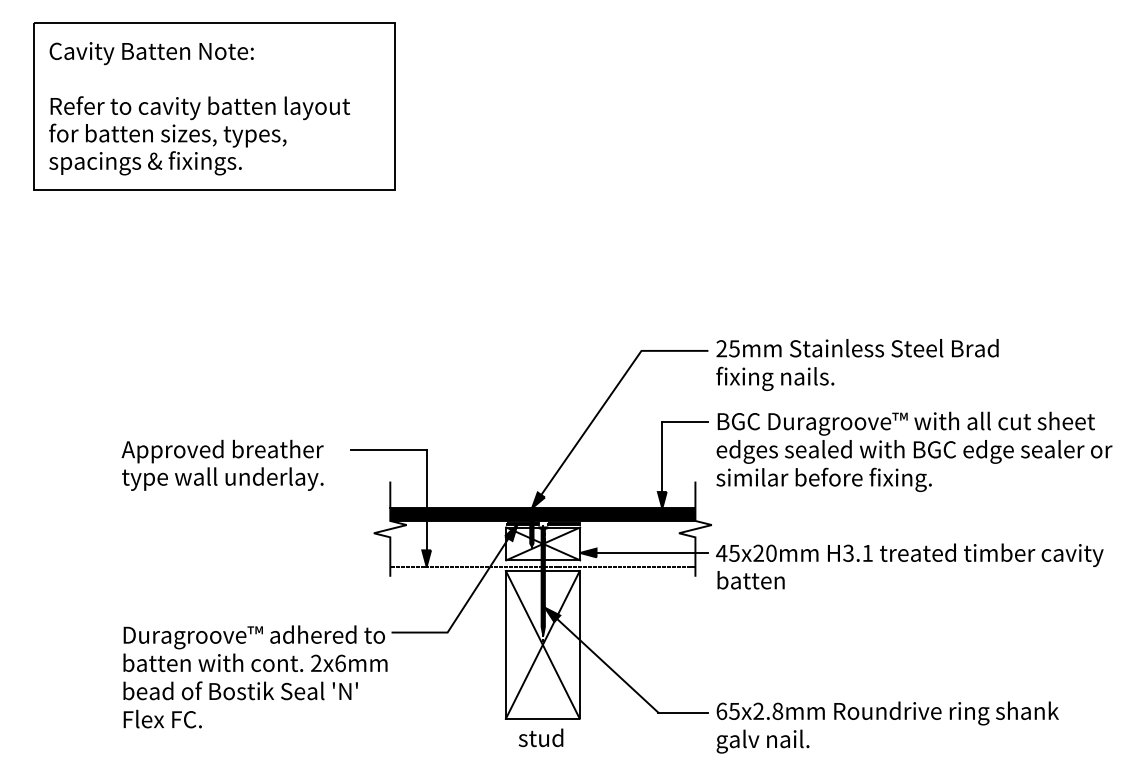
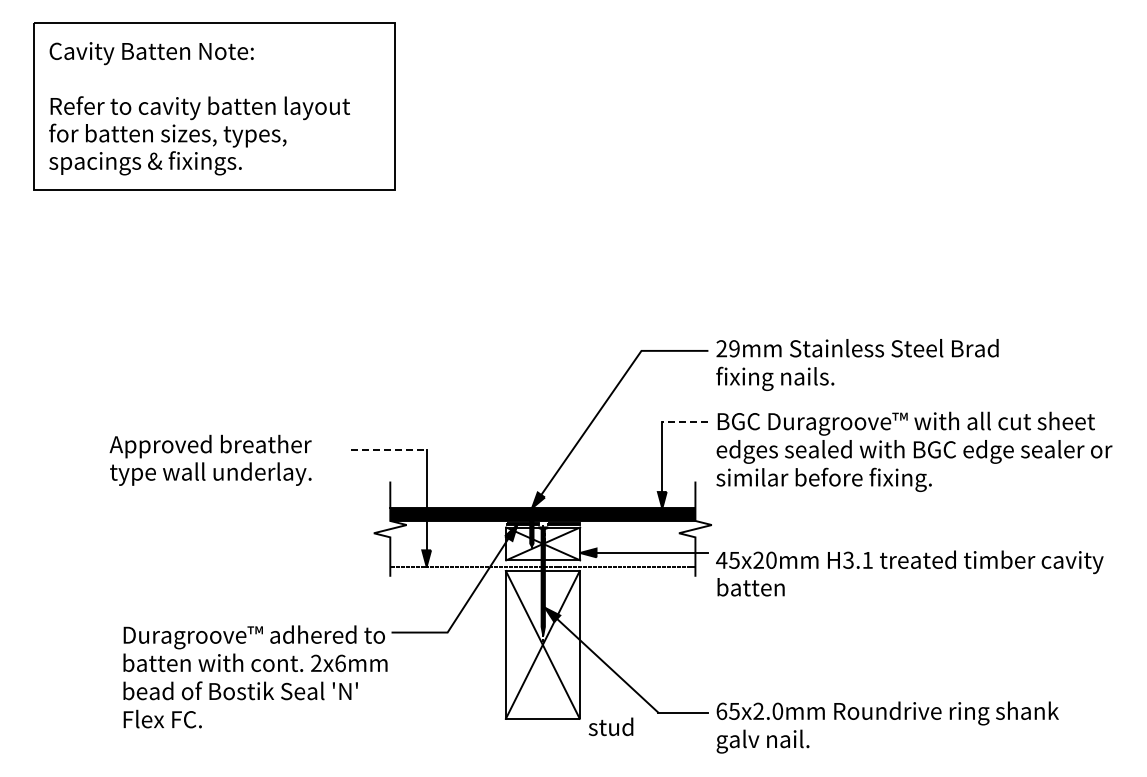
text at (734, 348): 25mm -> 29mm
line at (684, 422): solid -> dashed
line at (388, 450): solid -> dashed
text at (222, 464) position: (222, 464) -> (210, 459)
text at (909, 566) position: (909, 566) -> (909, 573)
text at (777, 711): 65x2.8mm -> 65x2.0mm
text at (540, 737) position: (540, 737) -> (610, 726)
